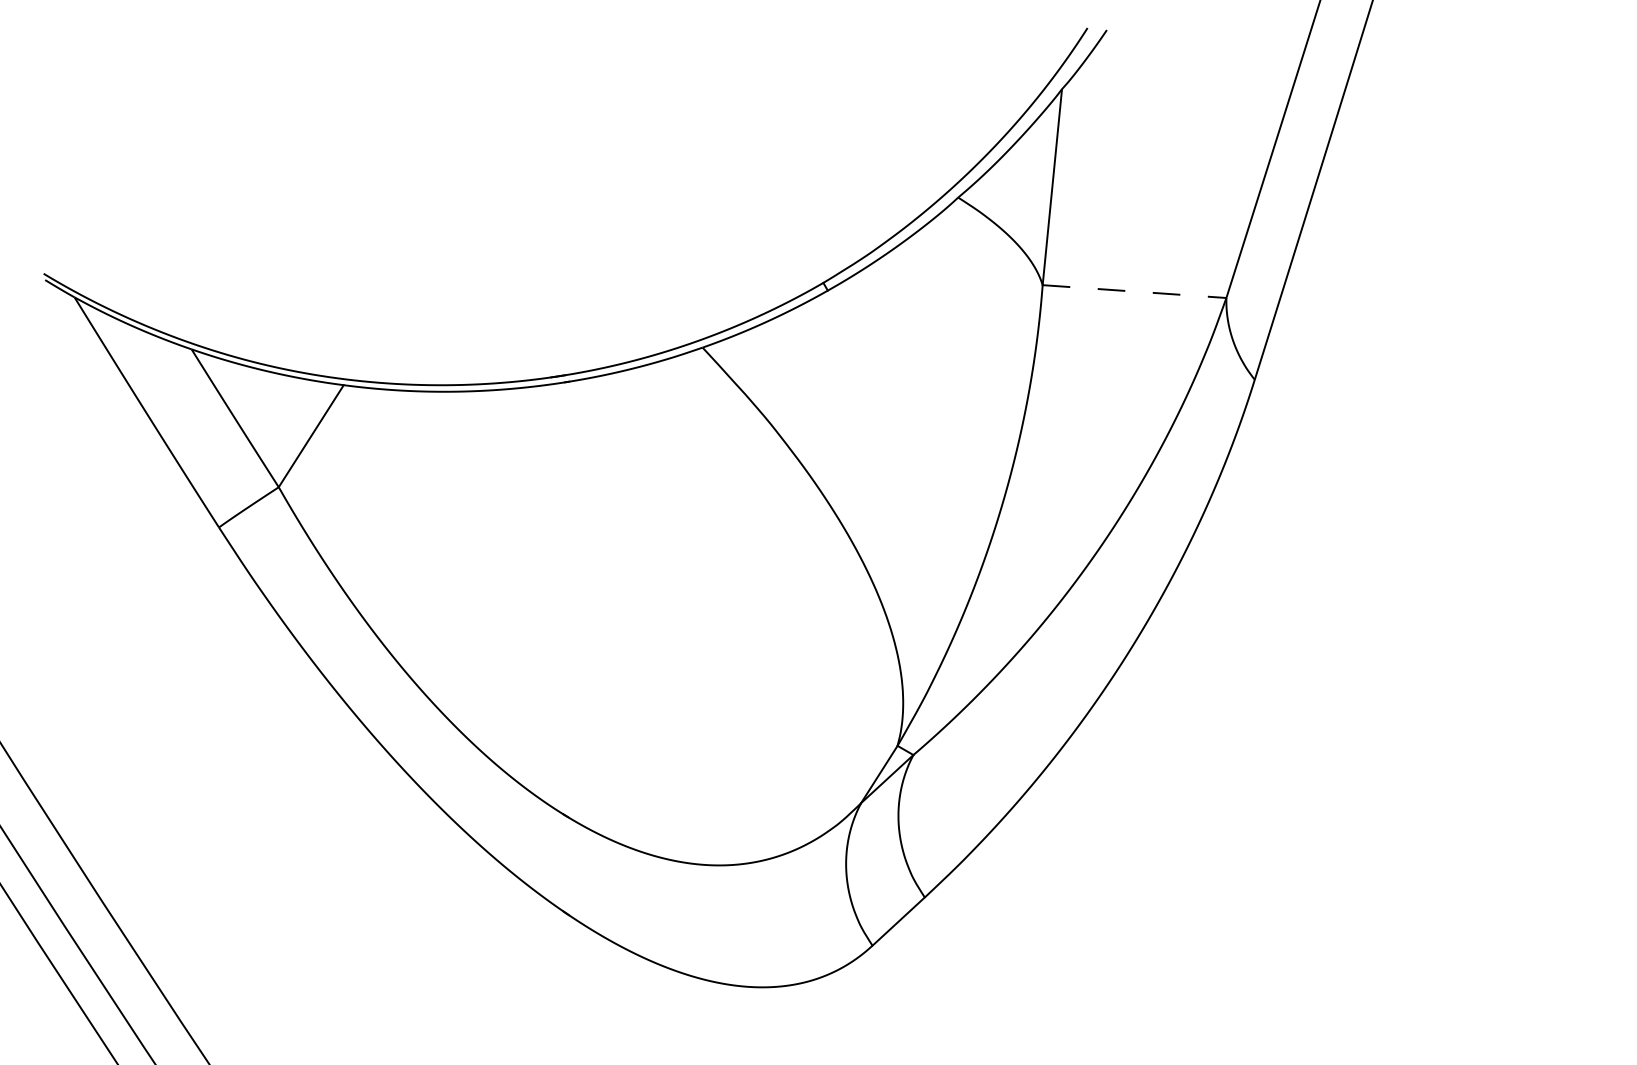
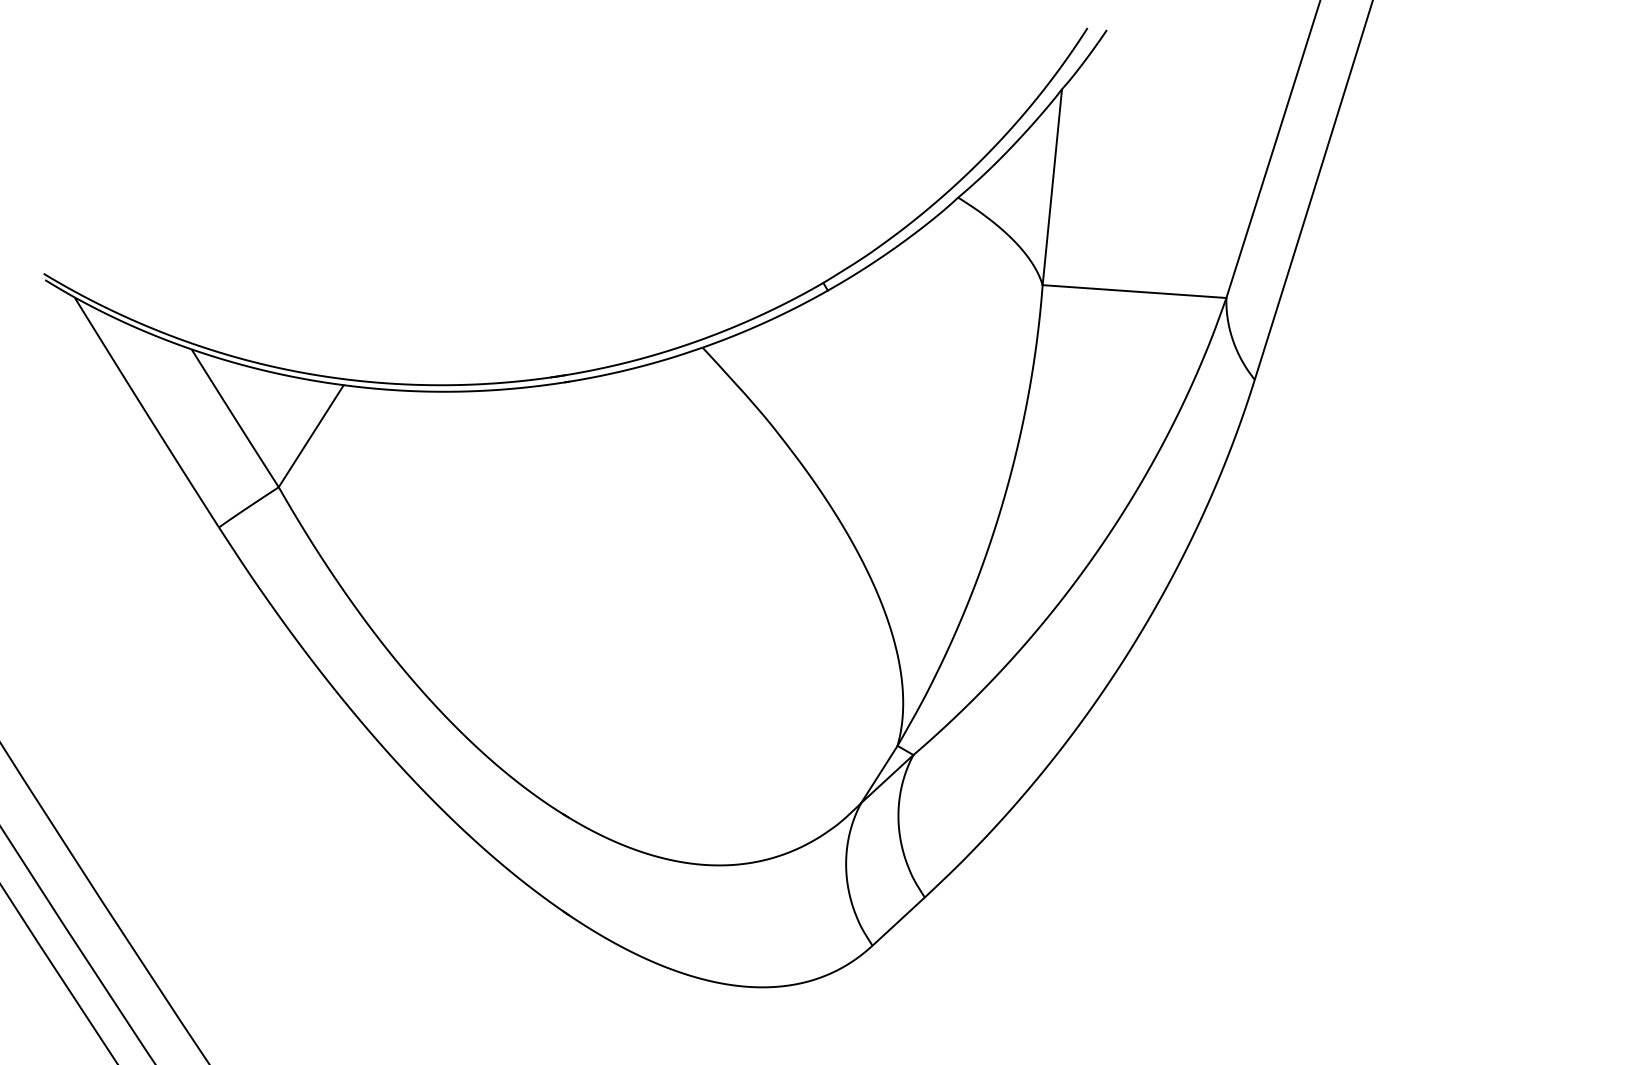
line at (1135, 291): dashed -> solid
